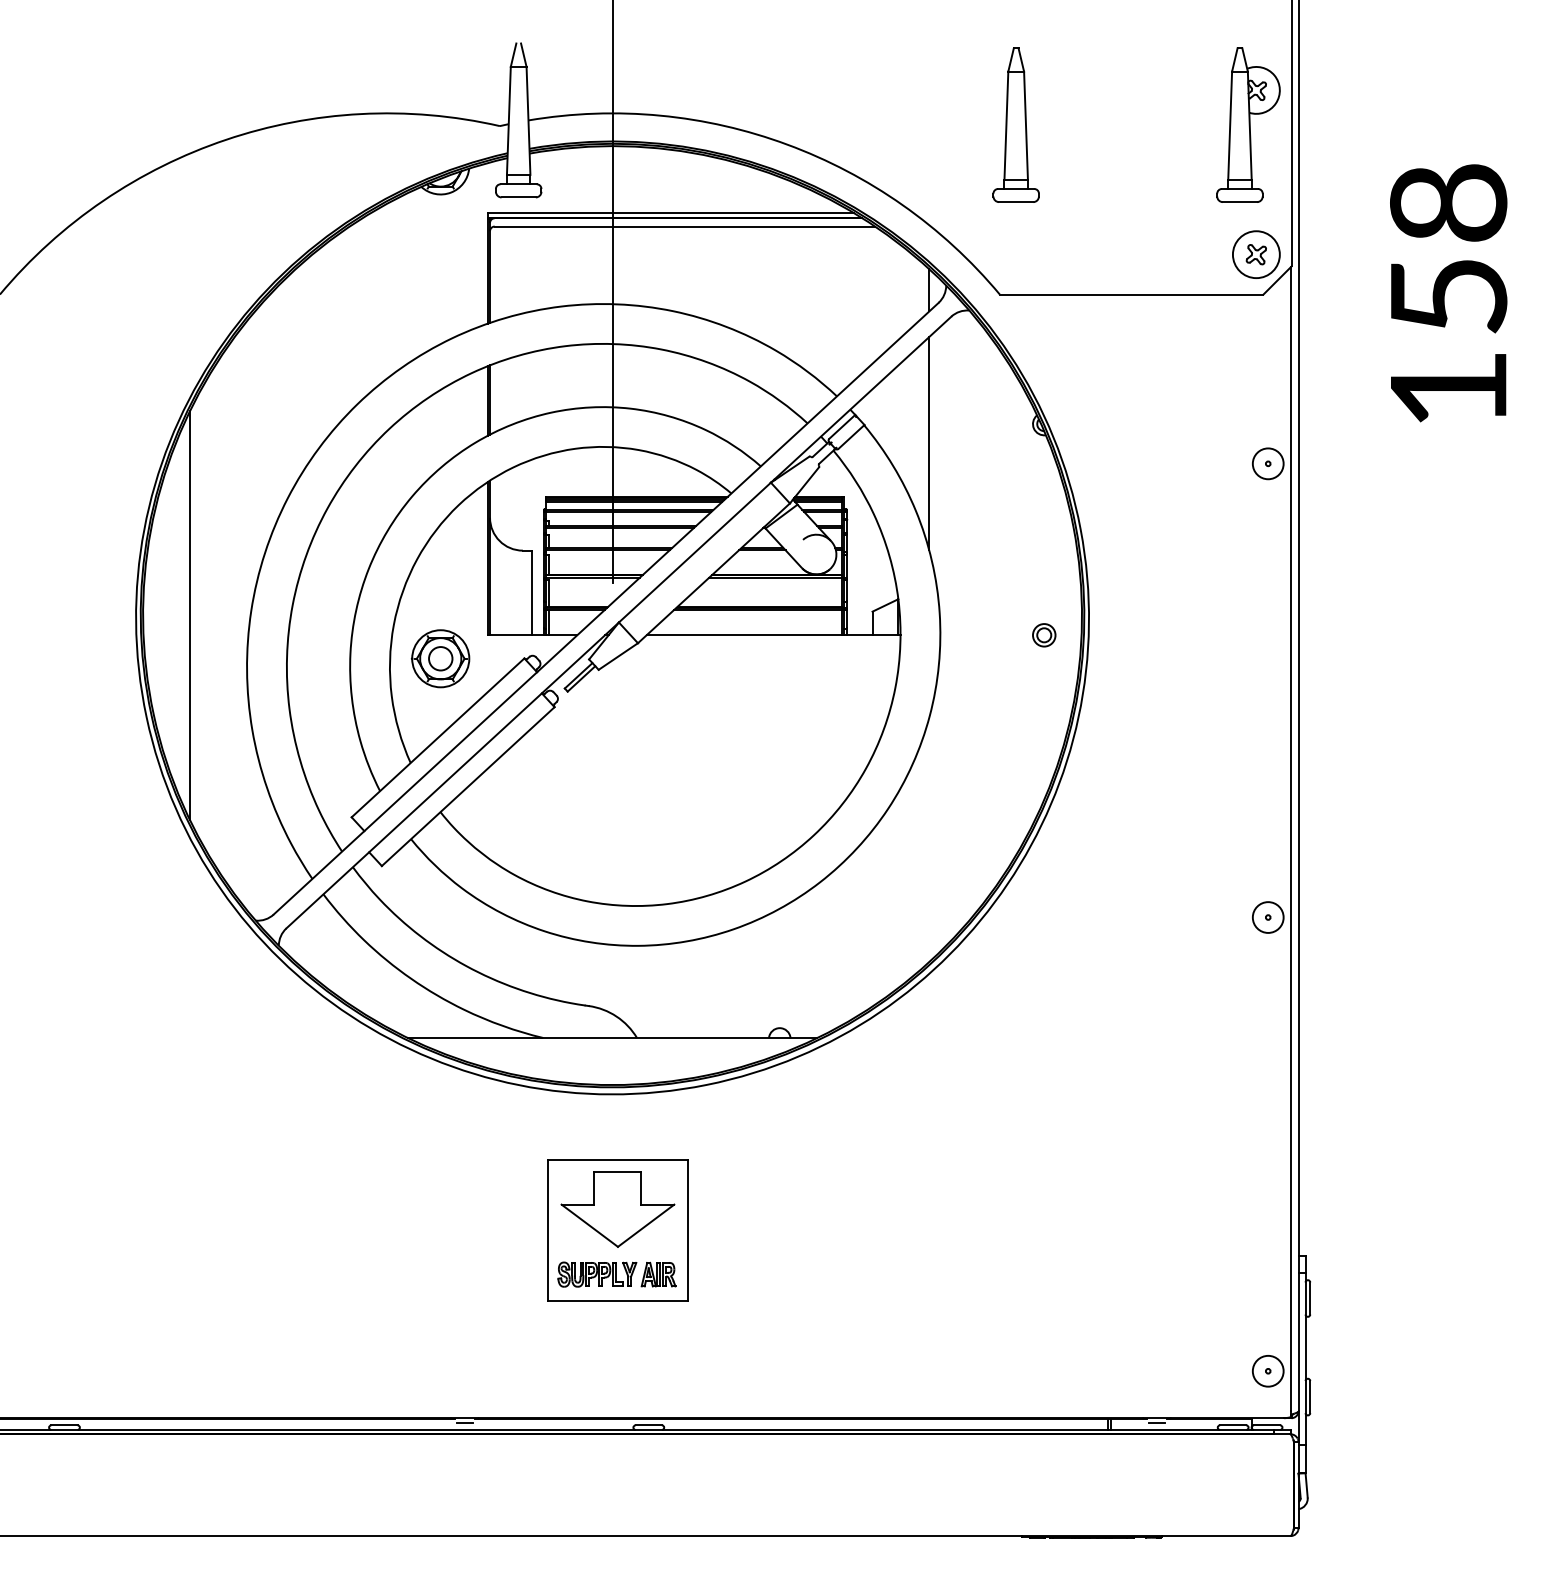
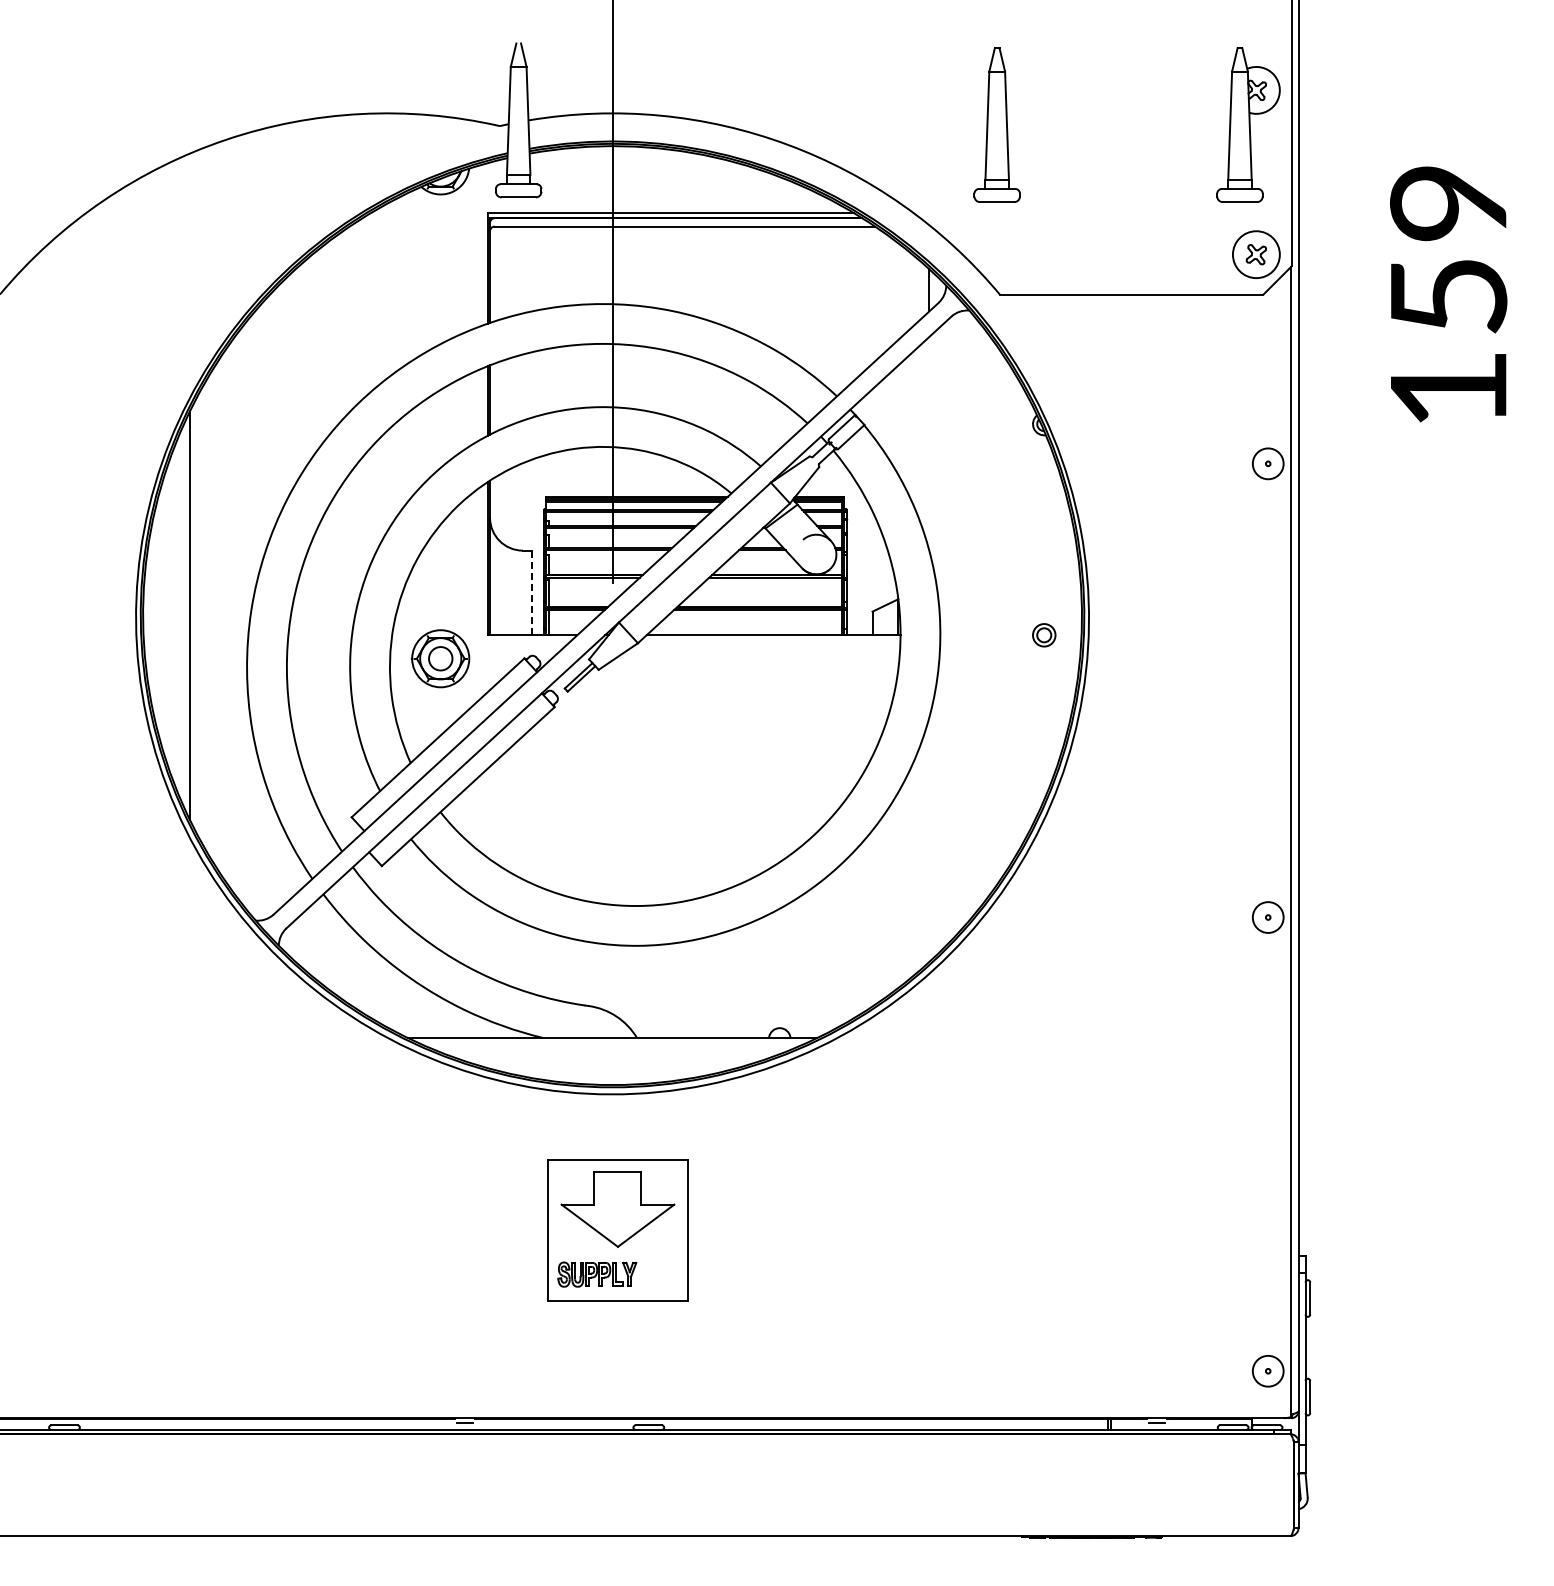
part at (1015, 124) position: (1015, 124) -> (996, 124)
text at (1449, 202): 158 -> 159
line at (929, 443): present -> none
line at (532, 592): solid -> dashed
part at (658, 1274): present -> none
